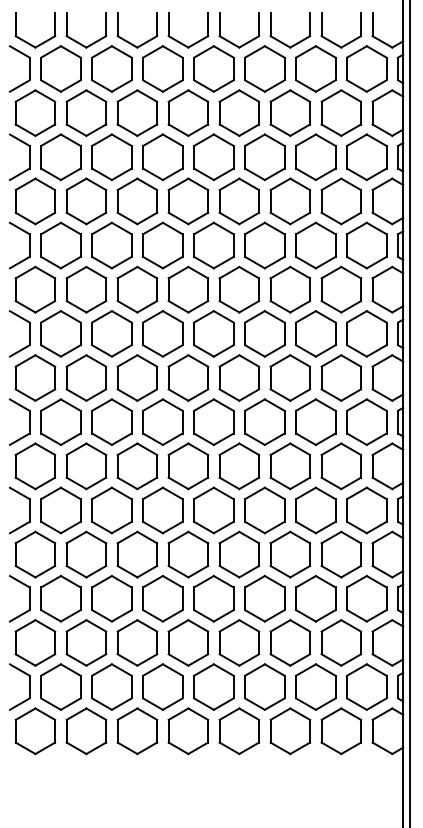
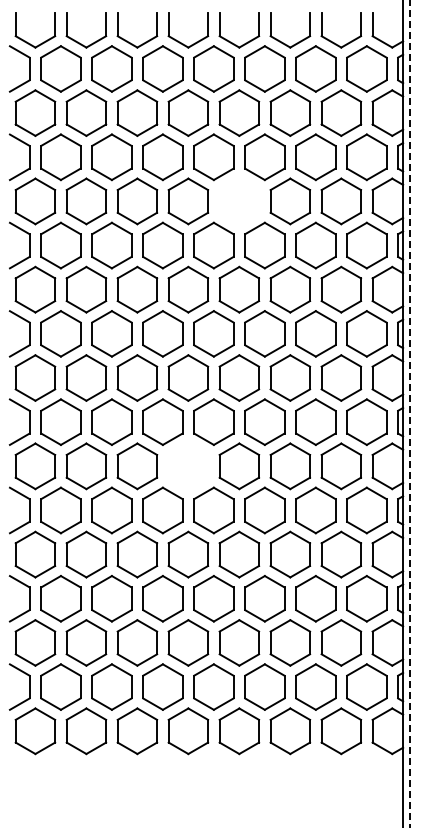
part at (239, 201): present -> none
line at (410, 413): solid -> dashed
part at (188, 466): present -> none
